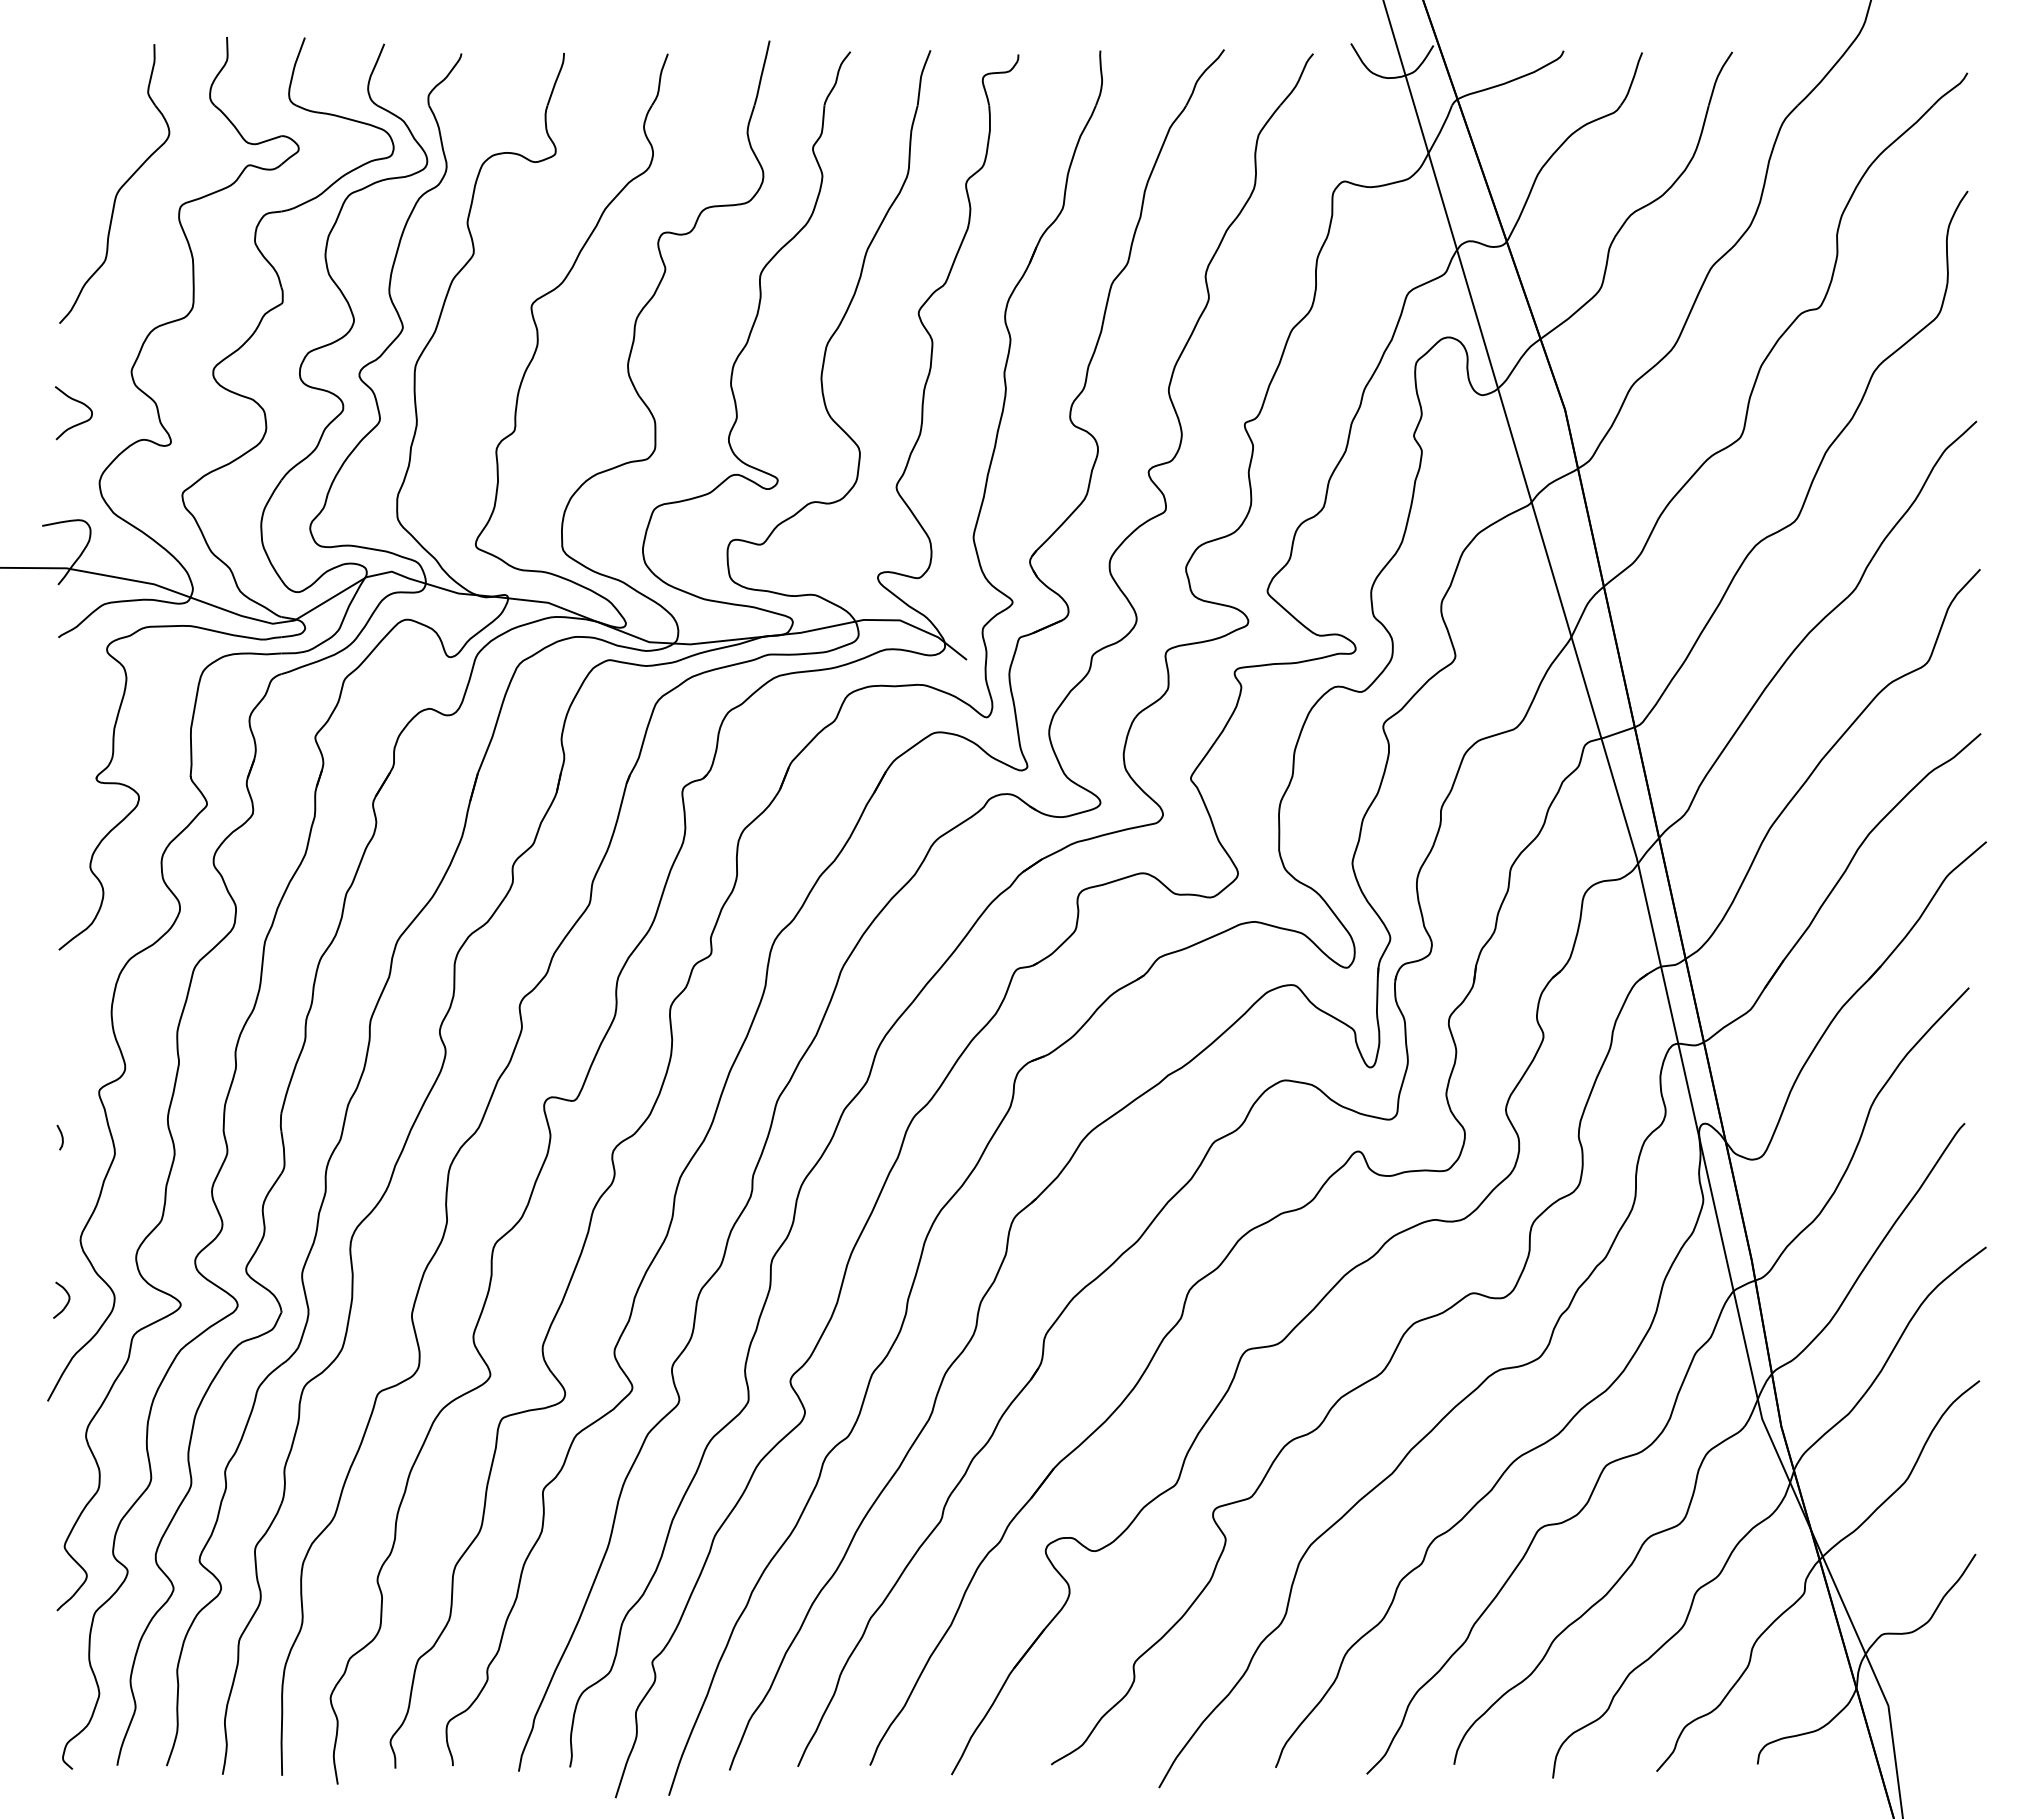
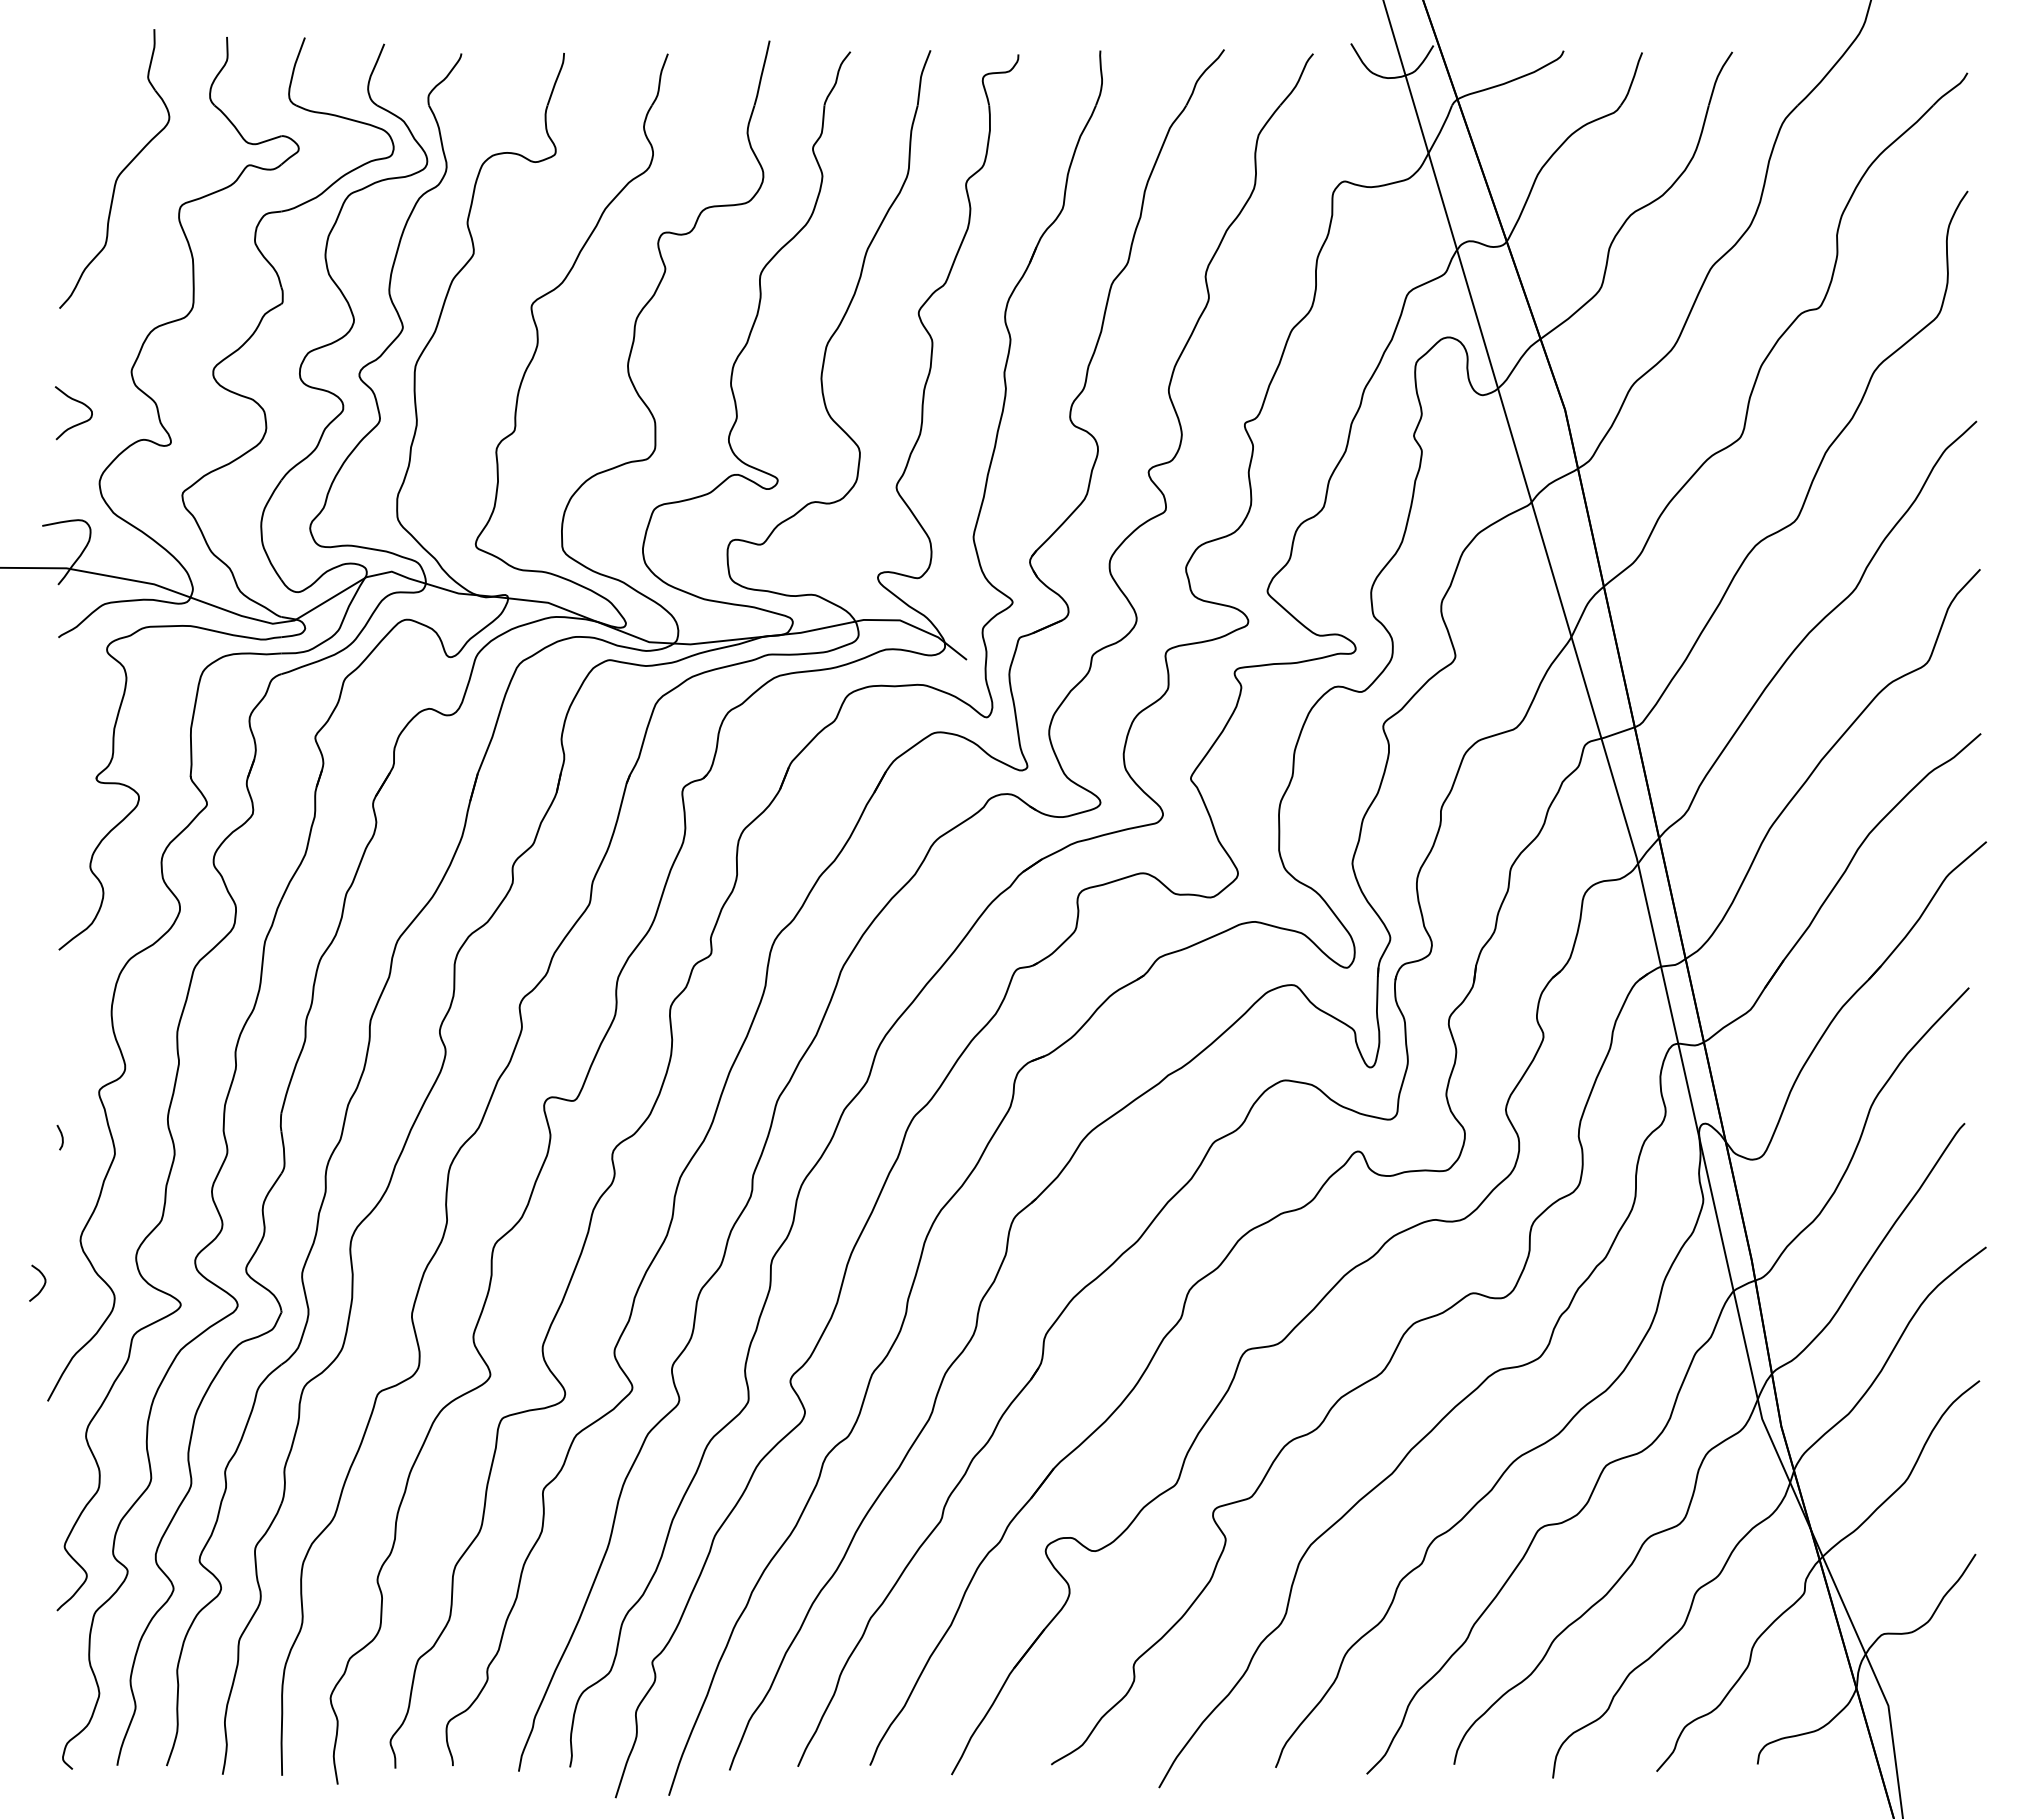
part at (119, 188) position: (119, 188) -> (119, 173)
curve at (67, 1301) position: (67, 1301) -> (43, 1284)
